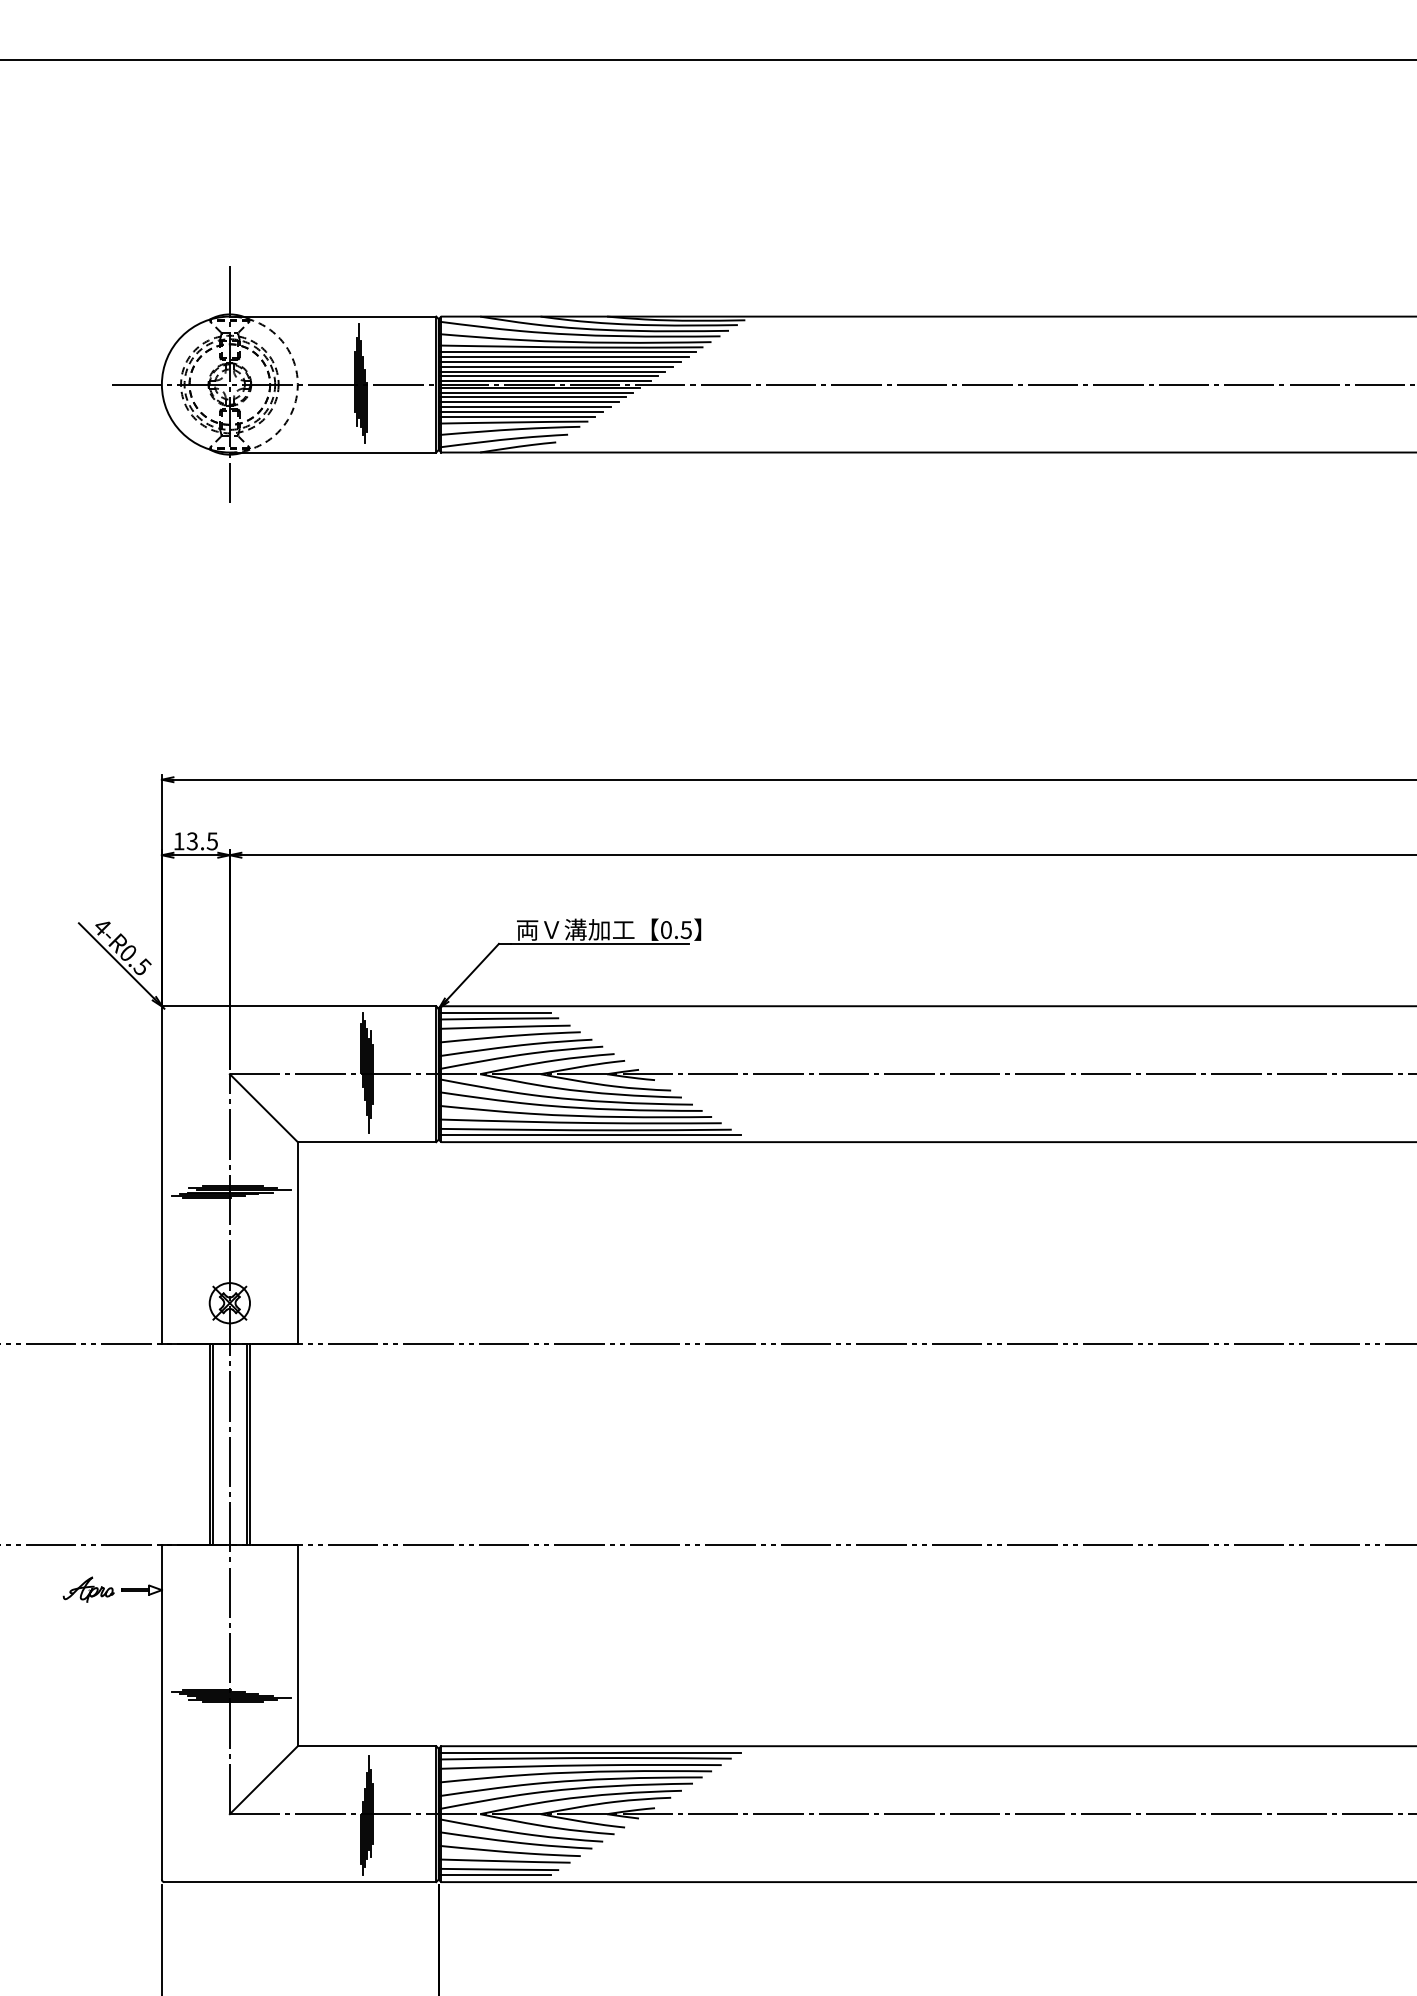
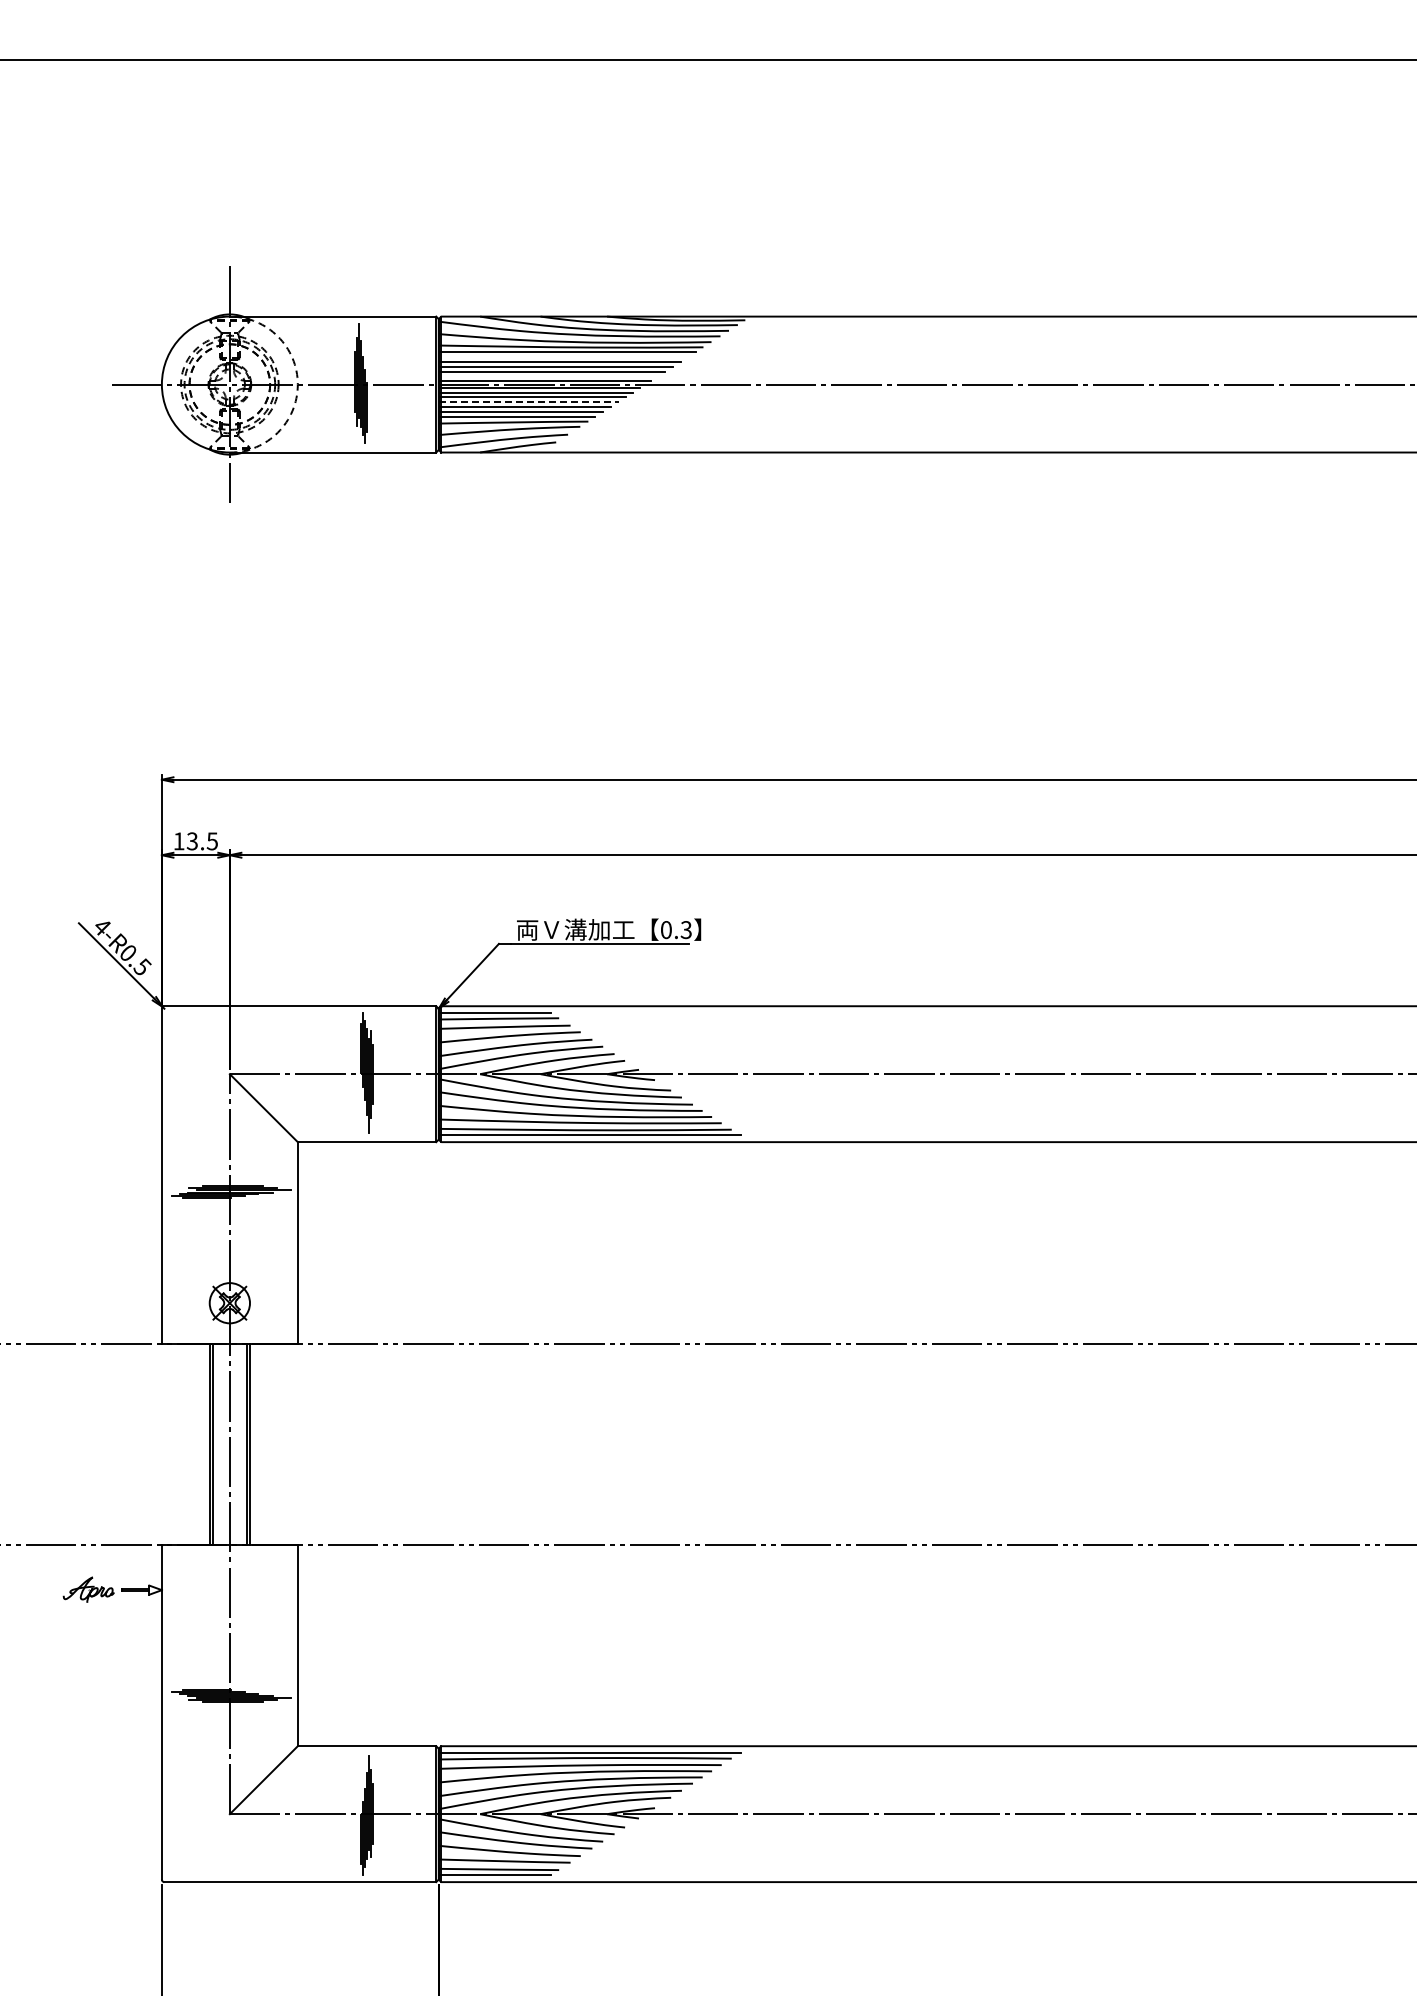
line at (563, 356): present -> none
line at (548, 376): present -> none
line at (528, 402): solid -> dashed
text at (686, 929): 0.5 -> 0.3
